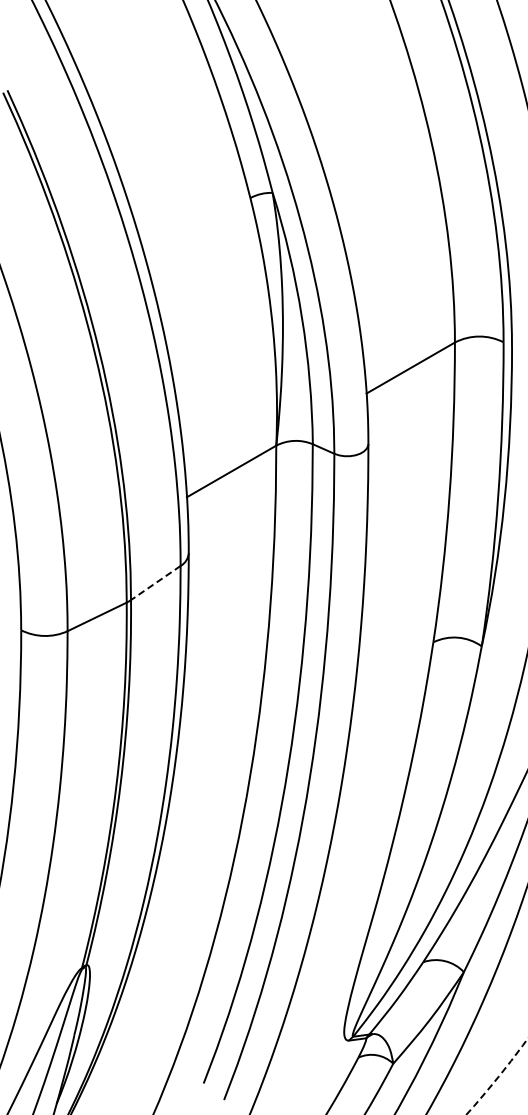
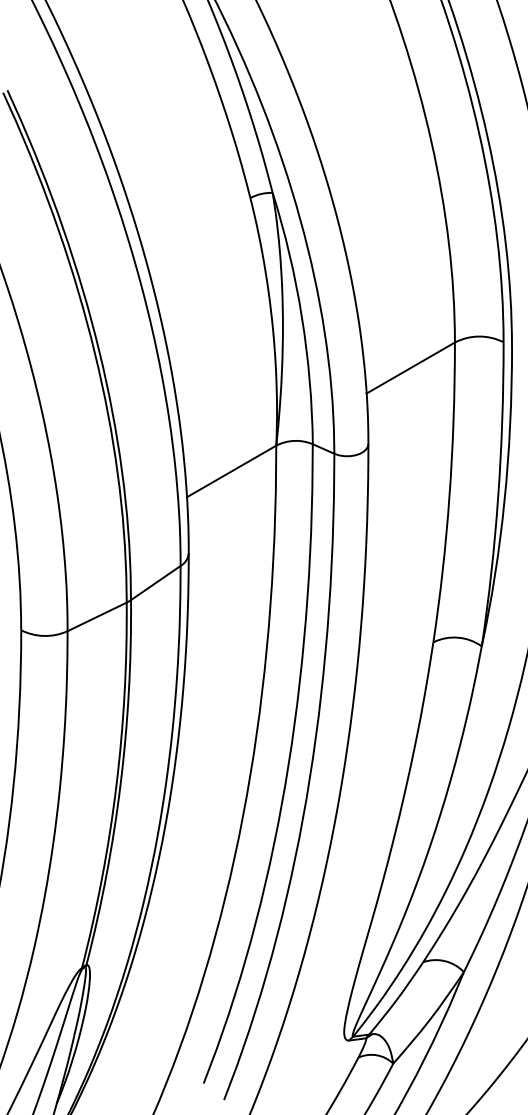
line at (155, 583): dashed -> solid
arc at (498, 1076): dashed -> solid
